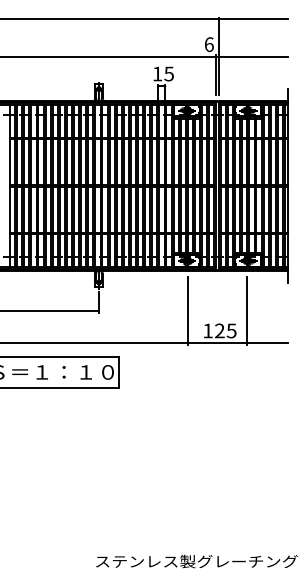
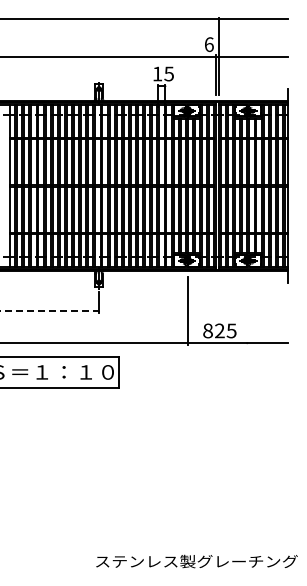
line at (247, 310): present -> none
line at (50, 311): solid -> dashed
text at (207, 330): 125 -> 825
